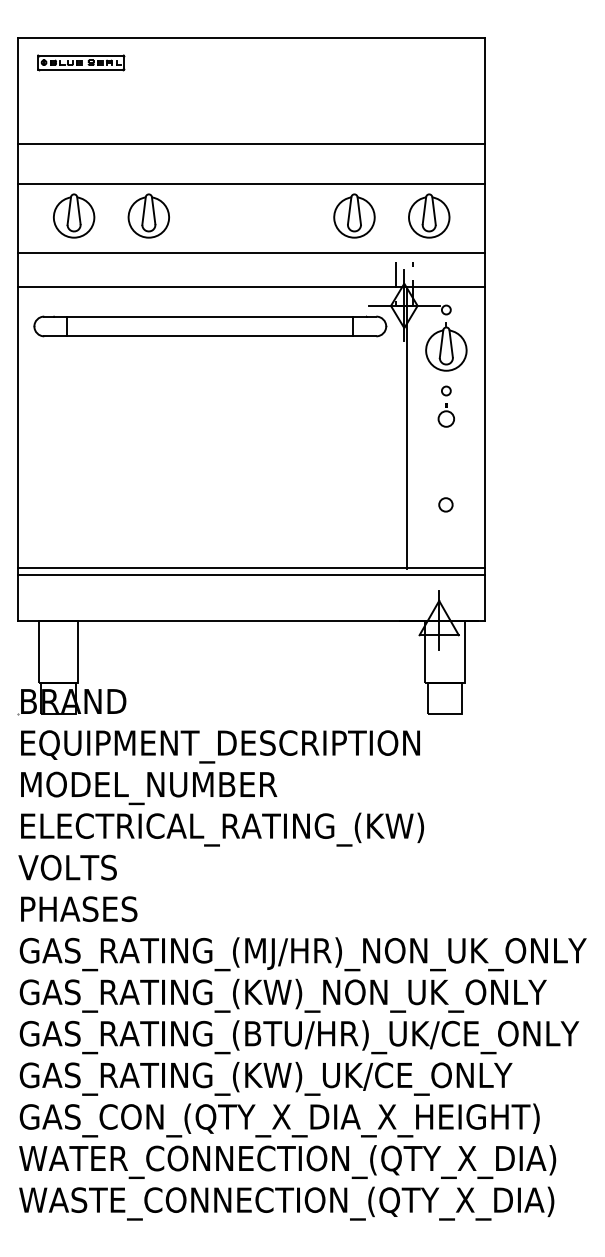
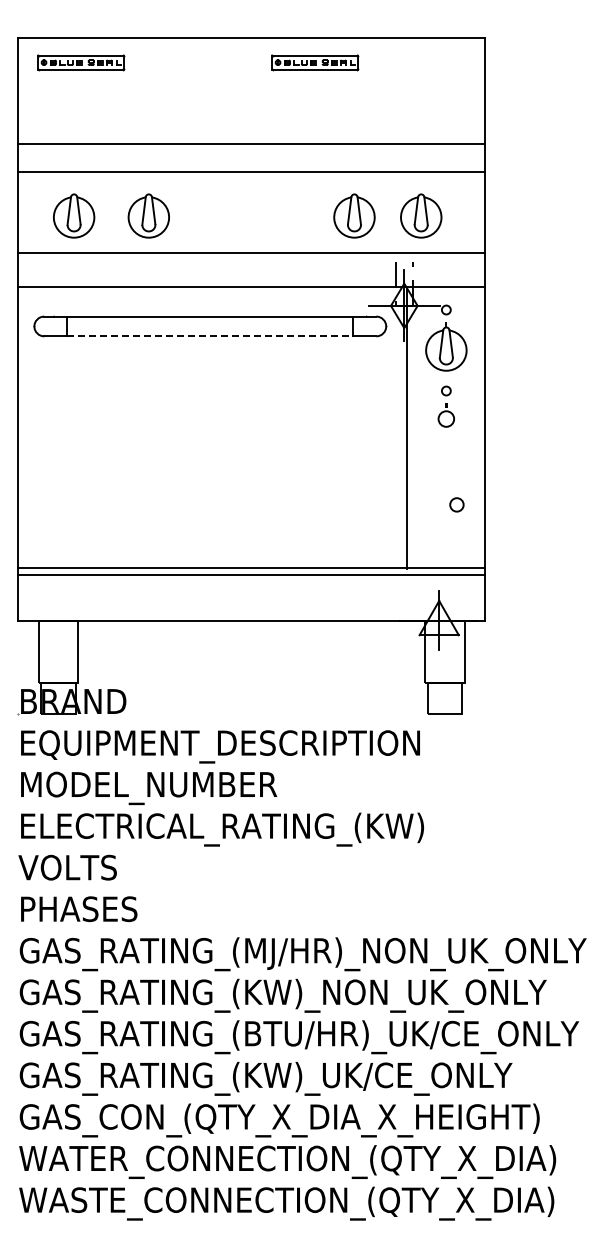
part at (315, 62): none -> present
line at (251, 184) position: (251, 184) -> (251, 172)
part at (429, 215) position: (429, 215) -> (421, 215)
line at (210, 336): solid -> dashed
circle at (445, 504) position: (445, 504) -> (456, 504)
